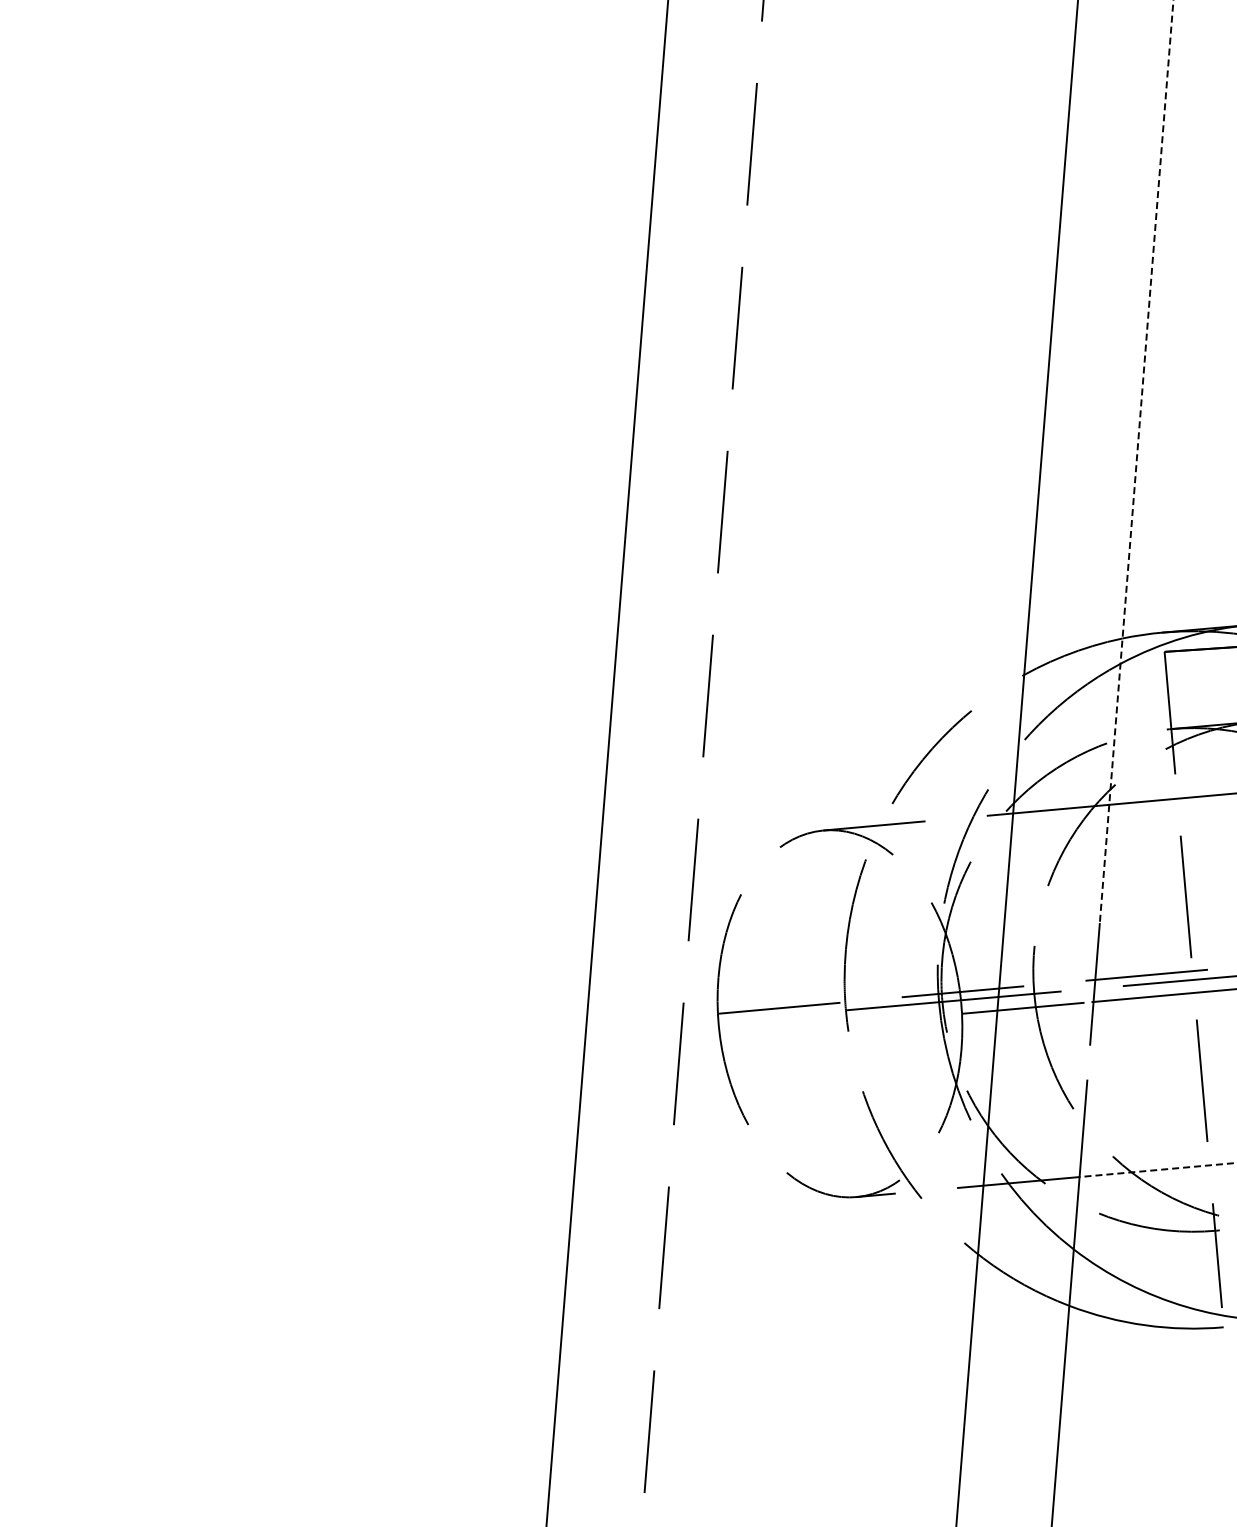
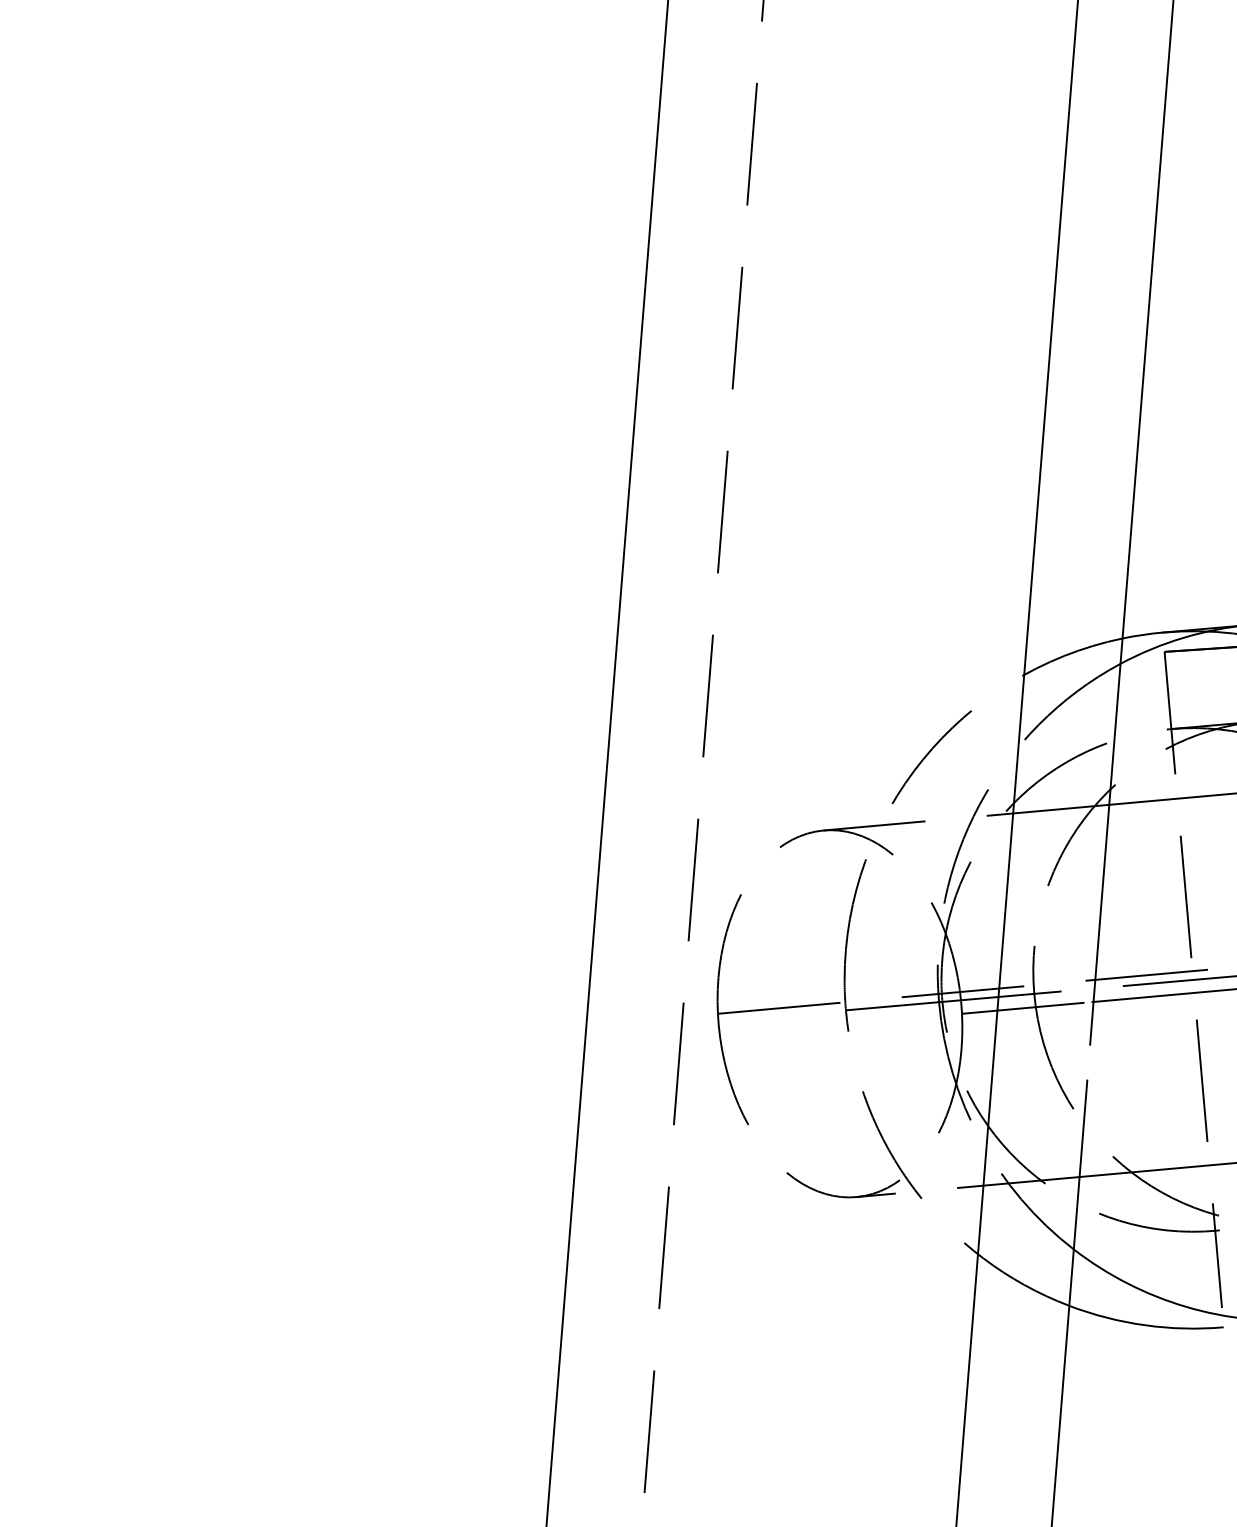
line at (1136, 461): dashed -> solid
line at (1158, 1169): dashed -> solid
